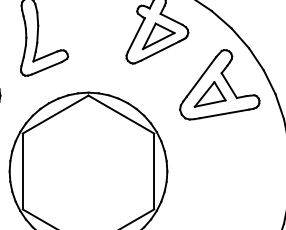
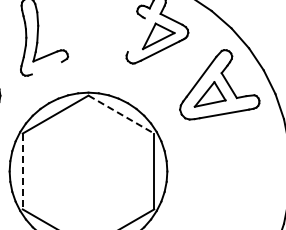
line at (135, 35): present -> none
line at (46, 68): present -> none
line at (121, 114): solid -> dashed
line at (22, 171): solid -> dashed
